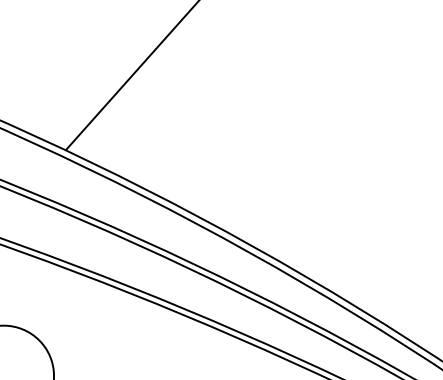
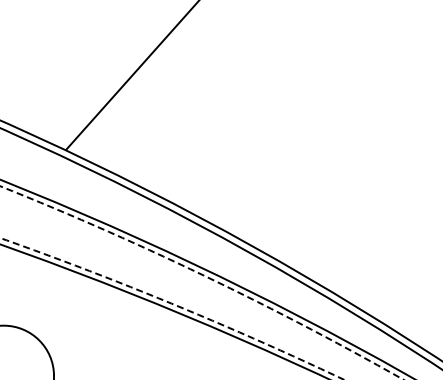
arc at (207, 277): solid -> dashed
arc at (174, 304): solid -> dashed
